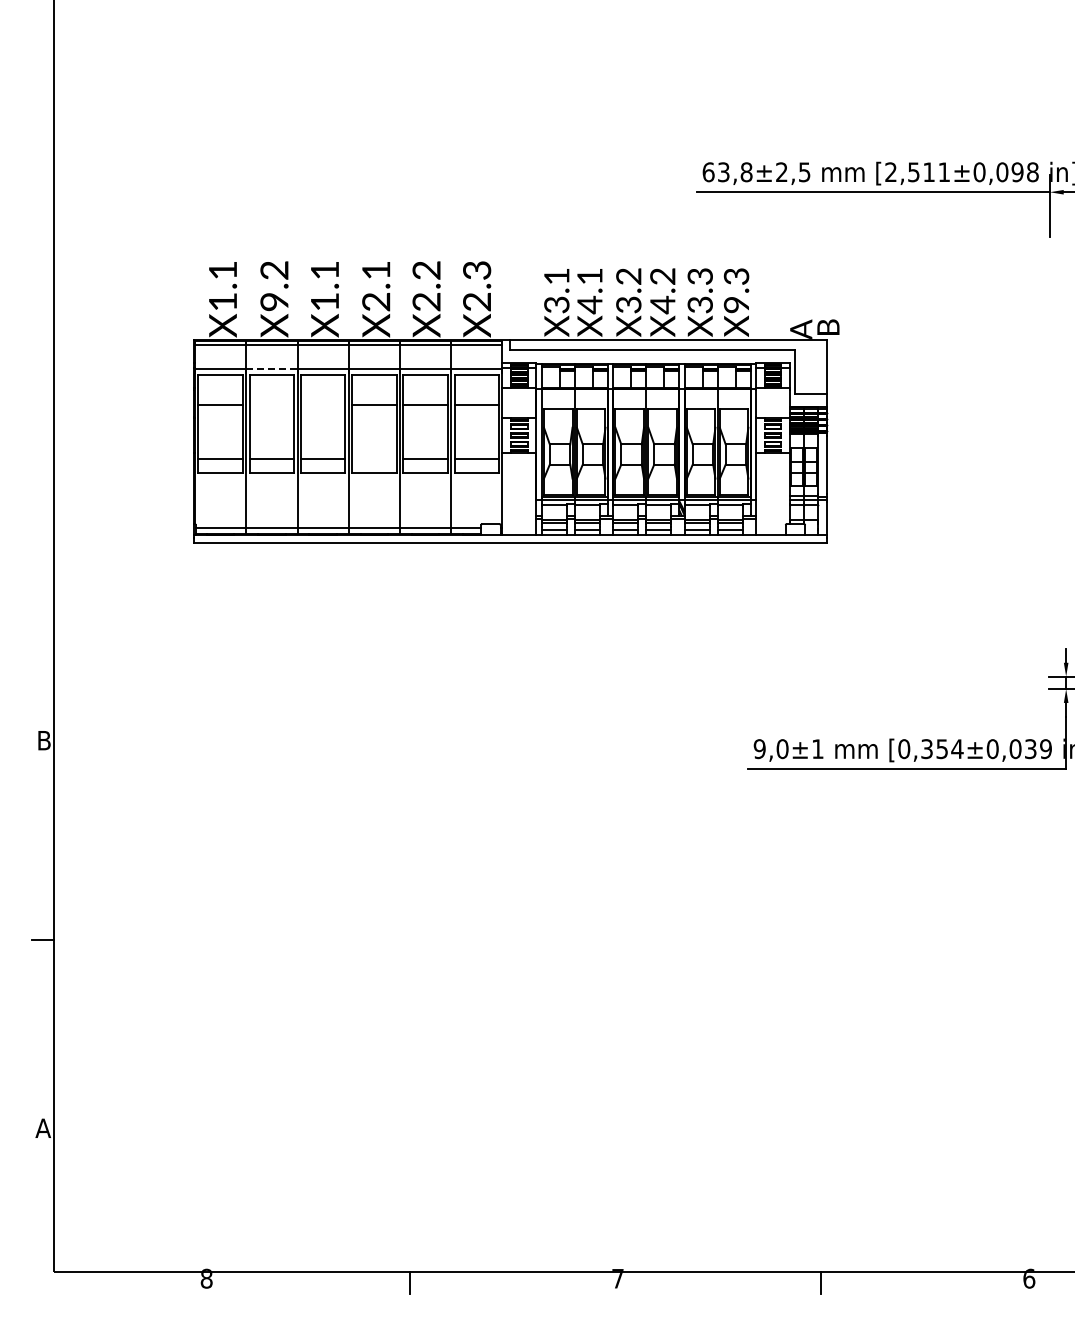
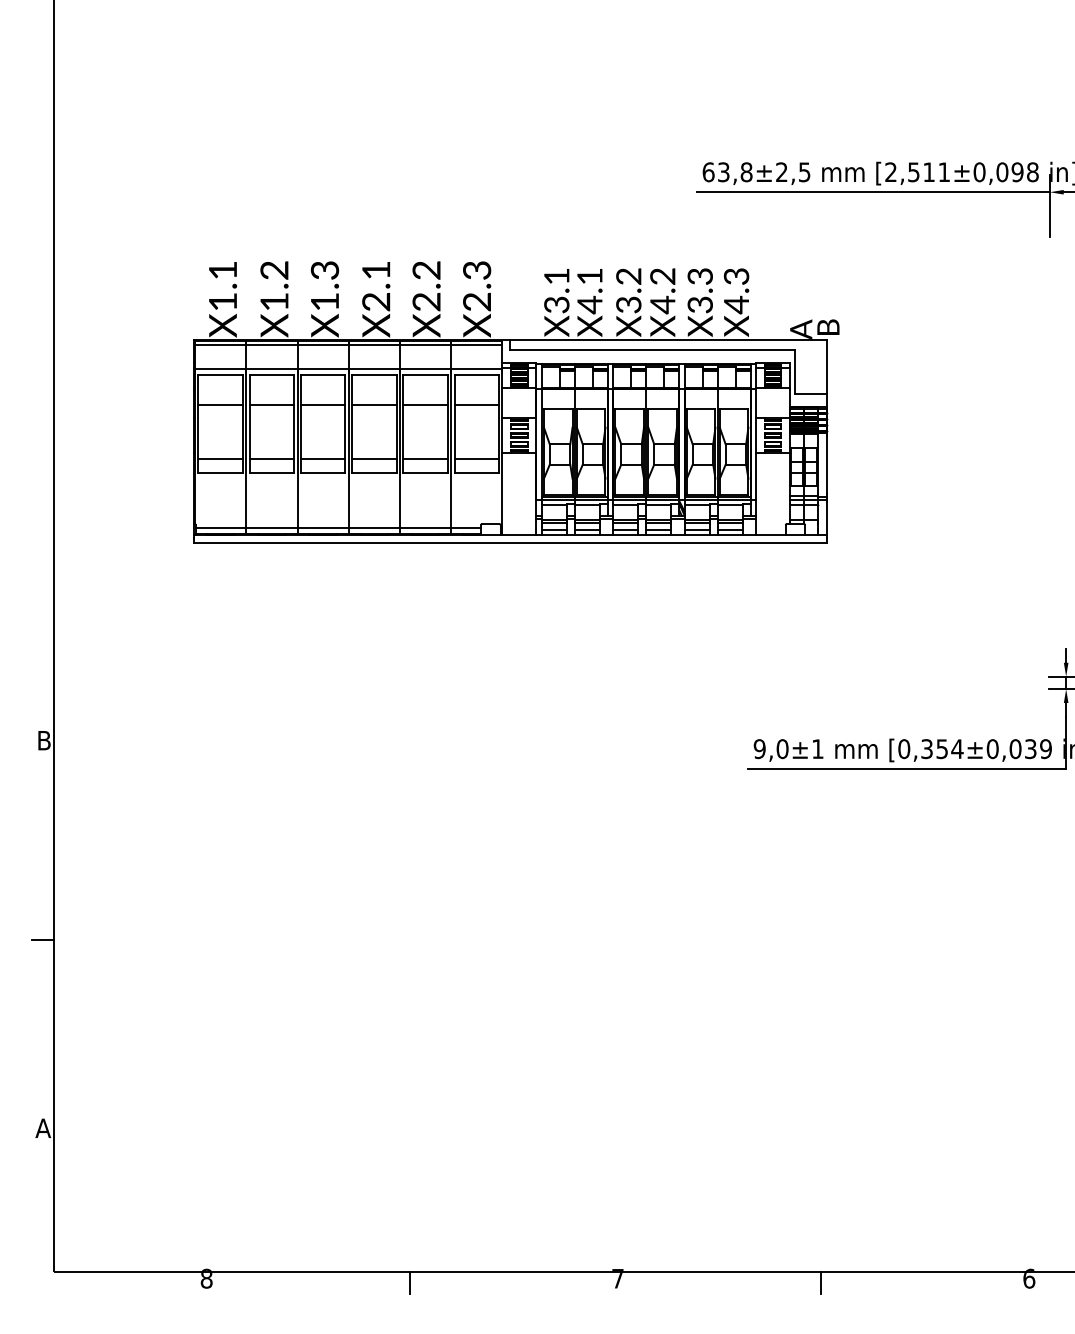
text at (324, 270): X1.1 -> X1.3
text at (274, 302): X9.2 -> X1.2
text at (735, 304): X9.3 -> X4.3
line at (271, 369): dashed -> solid
line at (271, 404): none -> present
line at (322, 404): none -> present
line at (374, 458): none -> present
